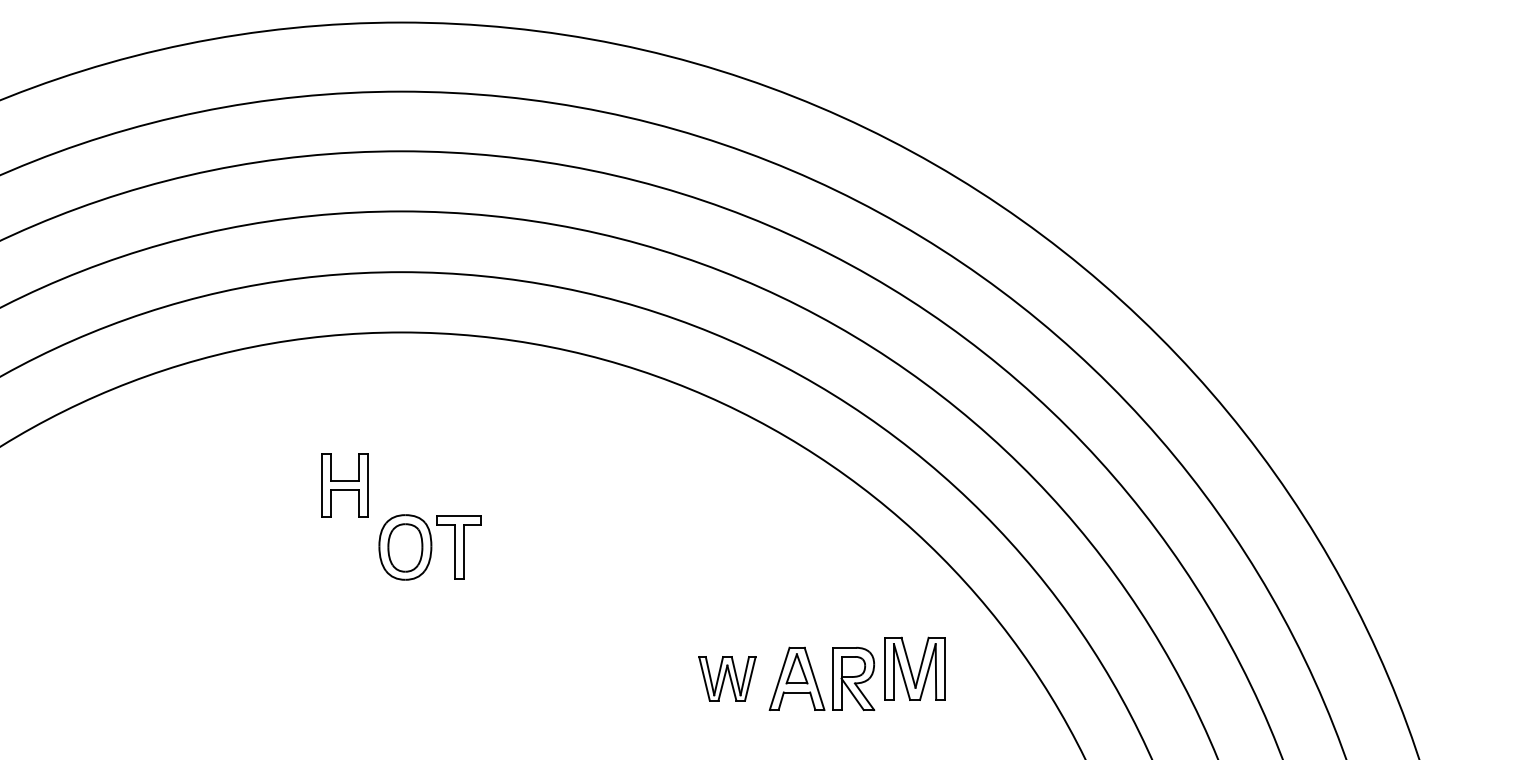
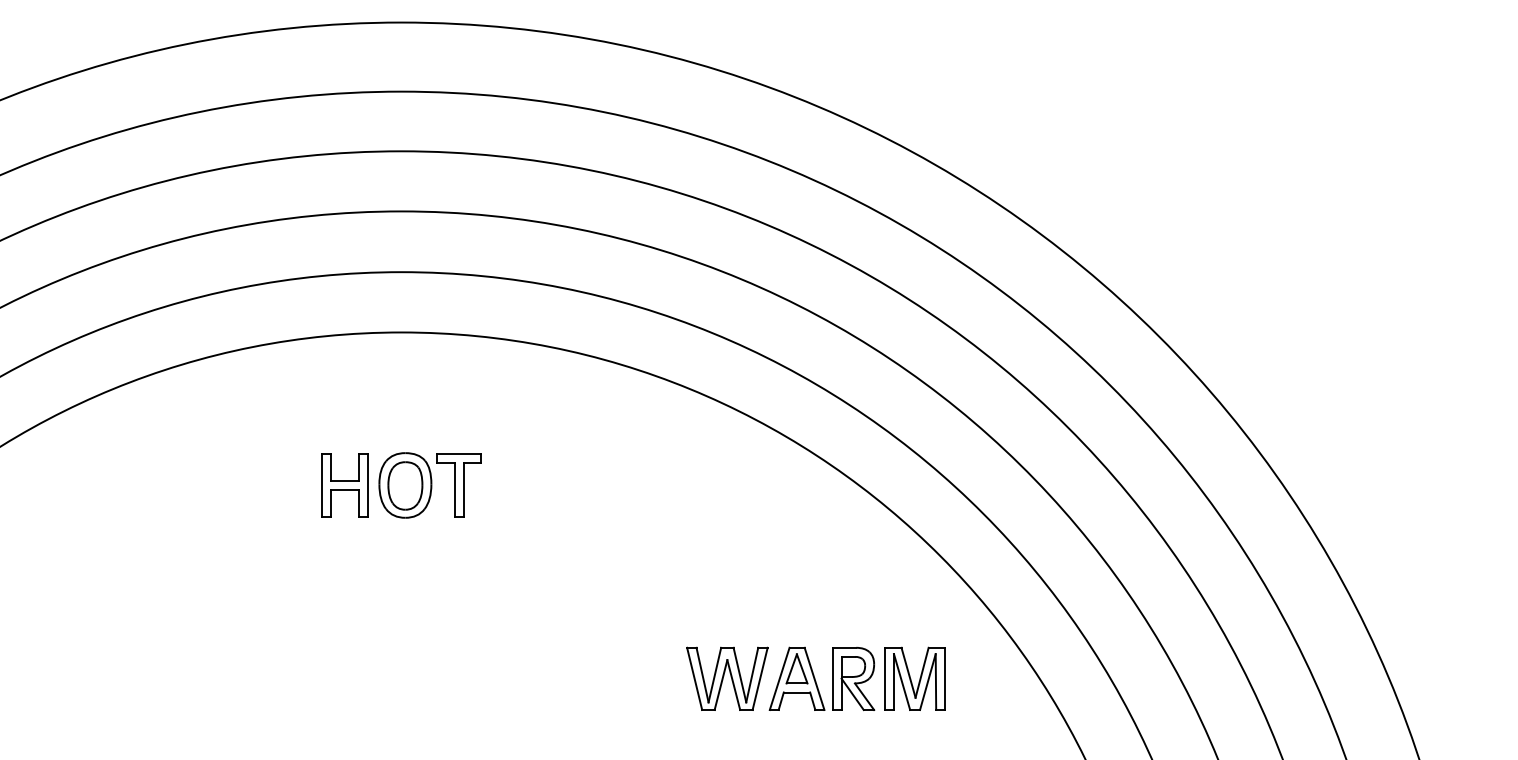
part at (429, 547) position: (429, 547) -> (429, 485)
part at (914, 668) position: (914, 668) -> (914, 678)
part at (727, 678) size: 59x46 px -> 83x65 px
